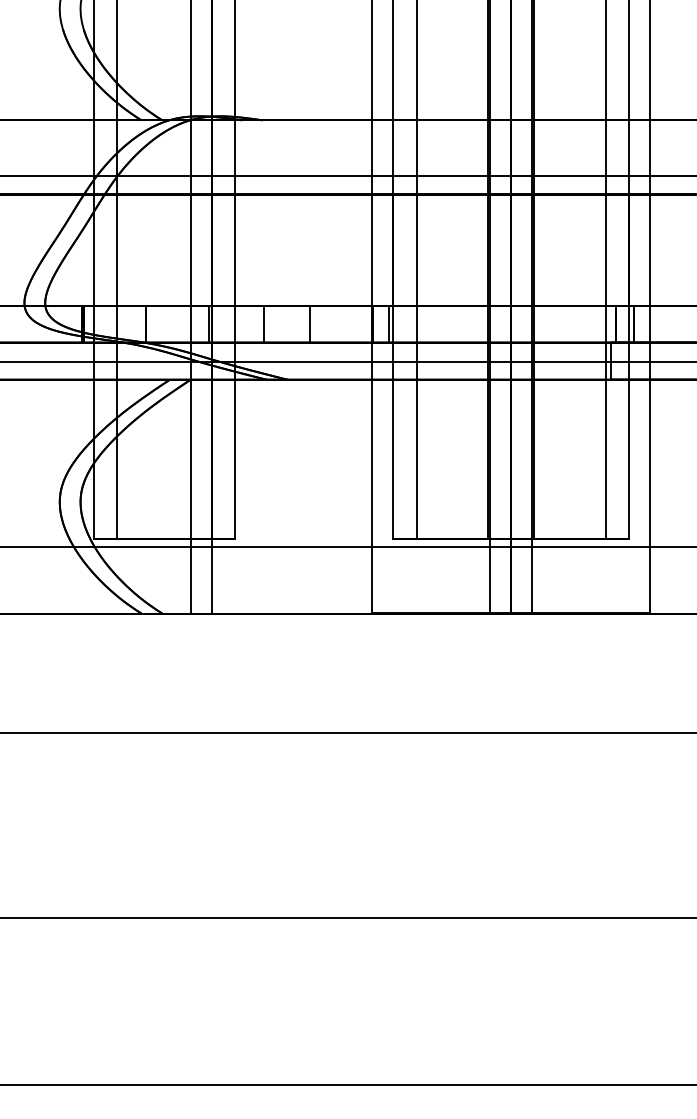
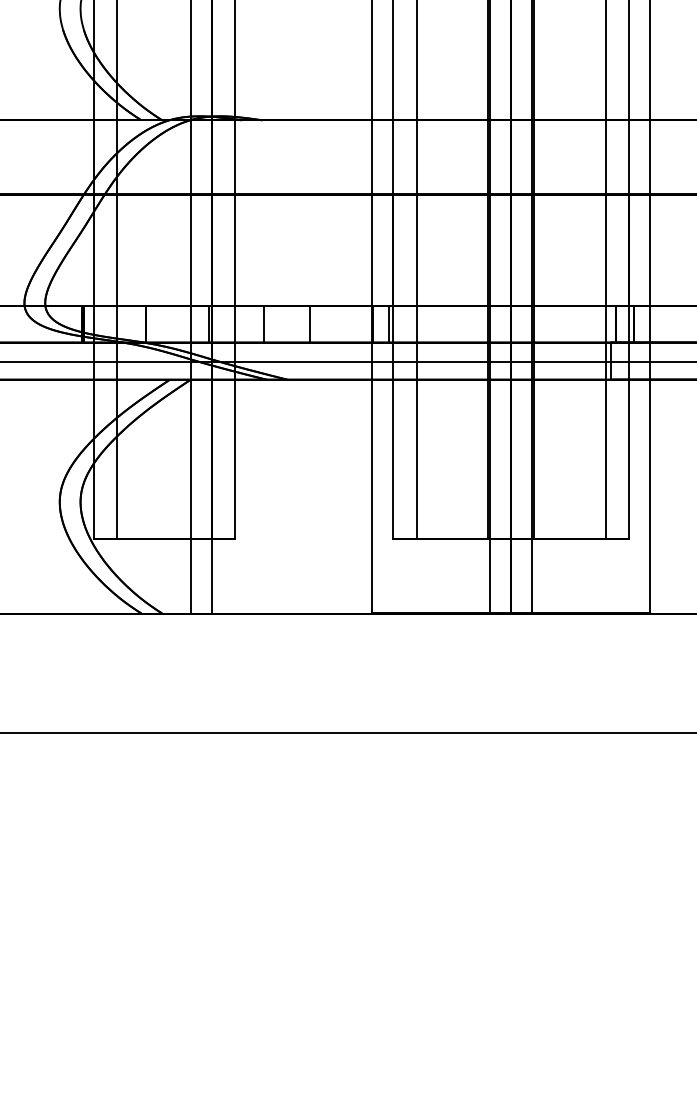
line at (347, 176): present -> none
line at (347, 547): present -> none
line at (347, 918): present -> none
line at (347, 1085): present -> none
